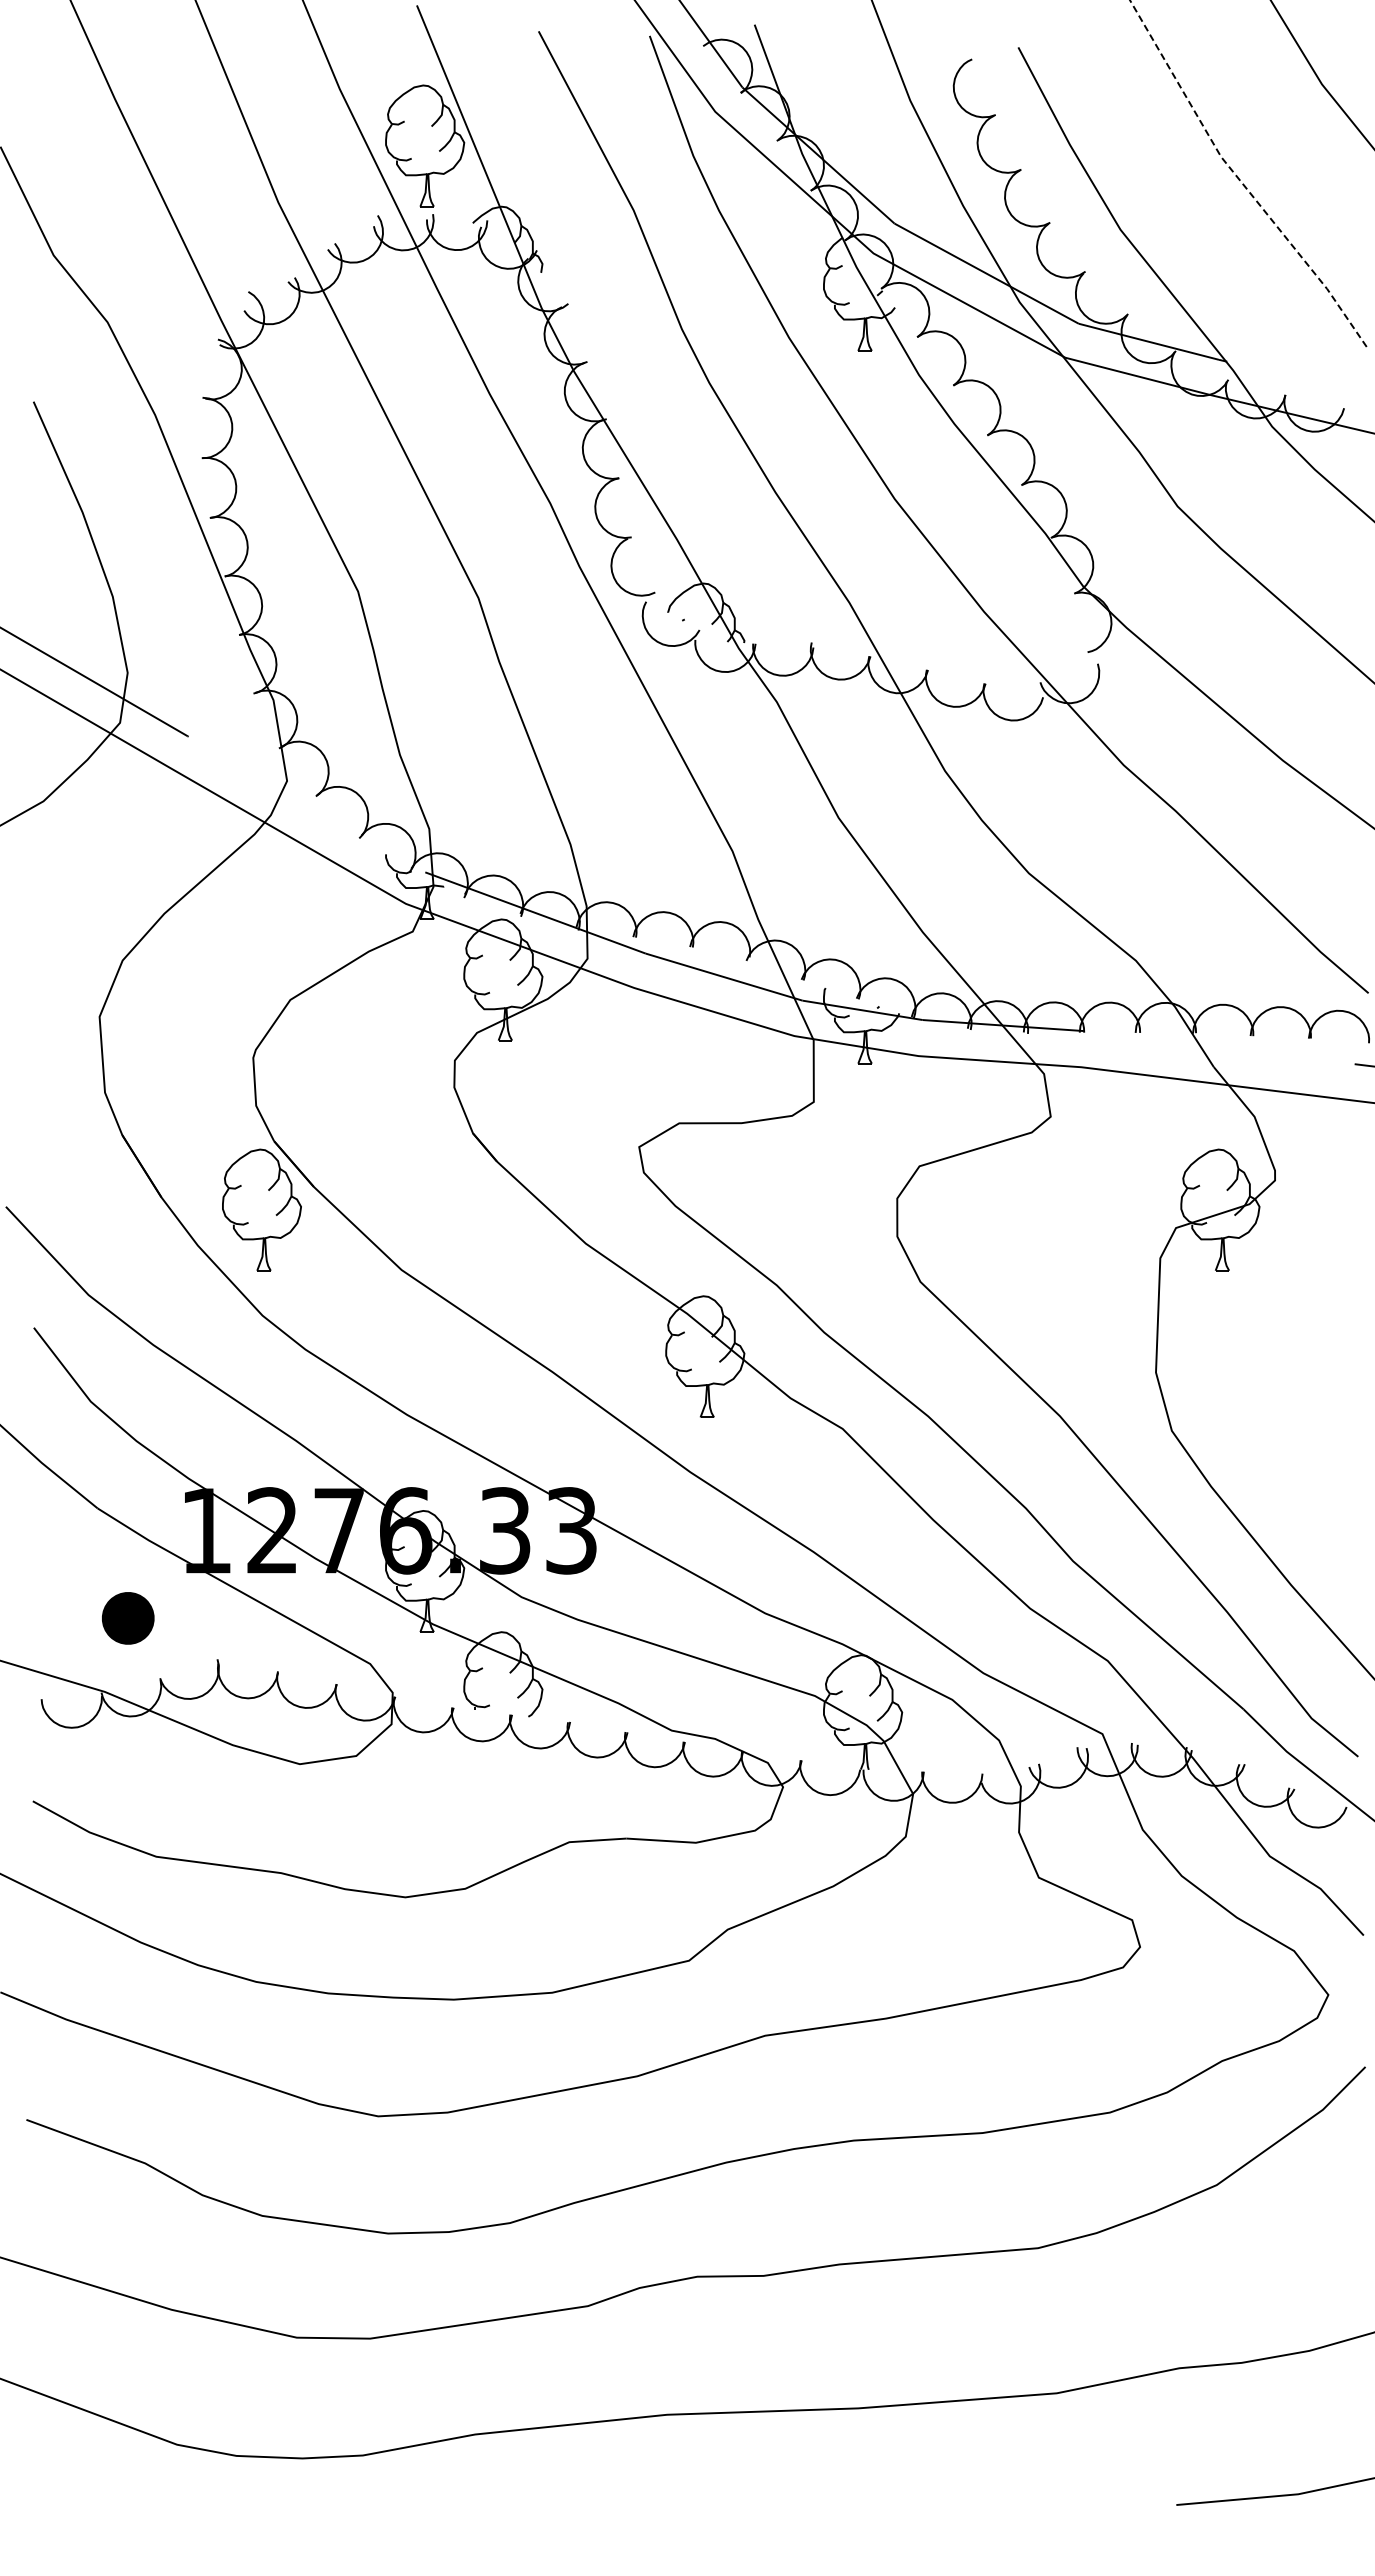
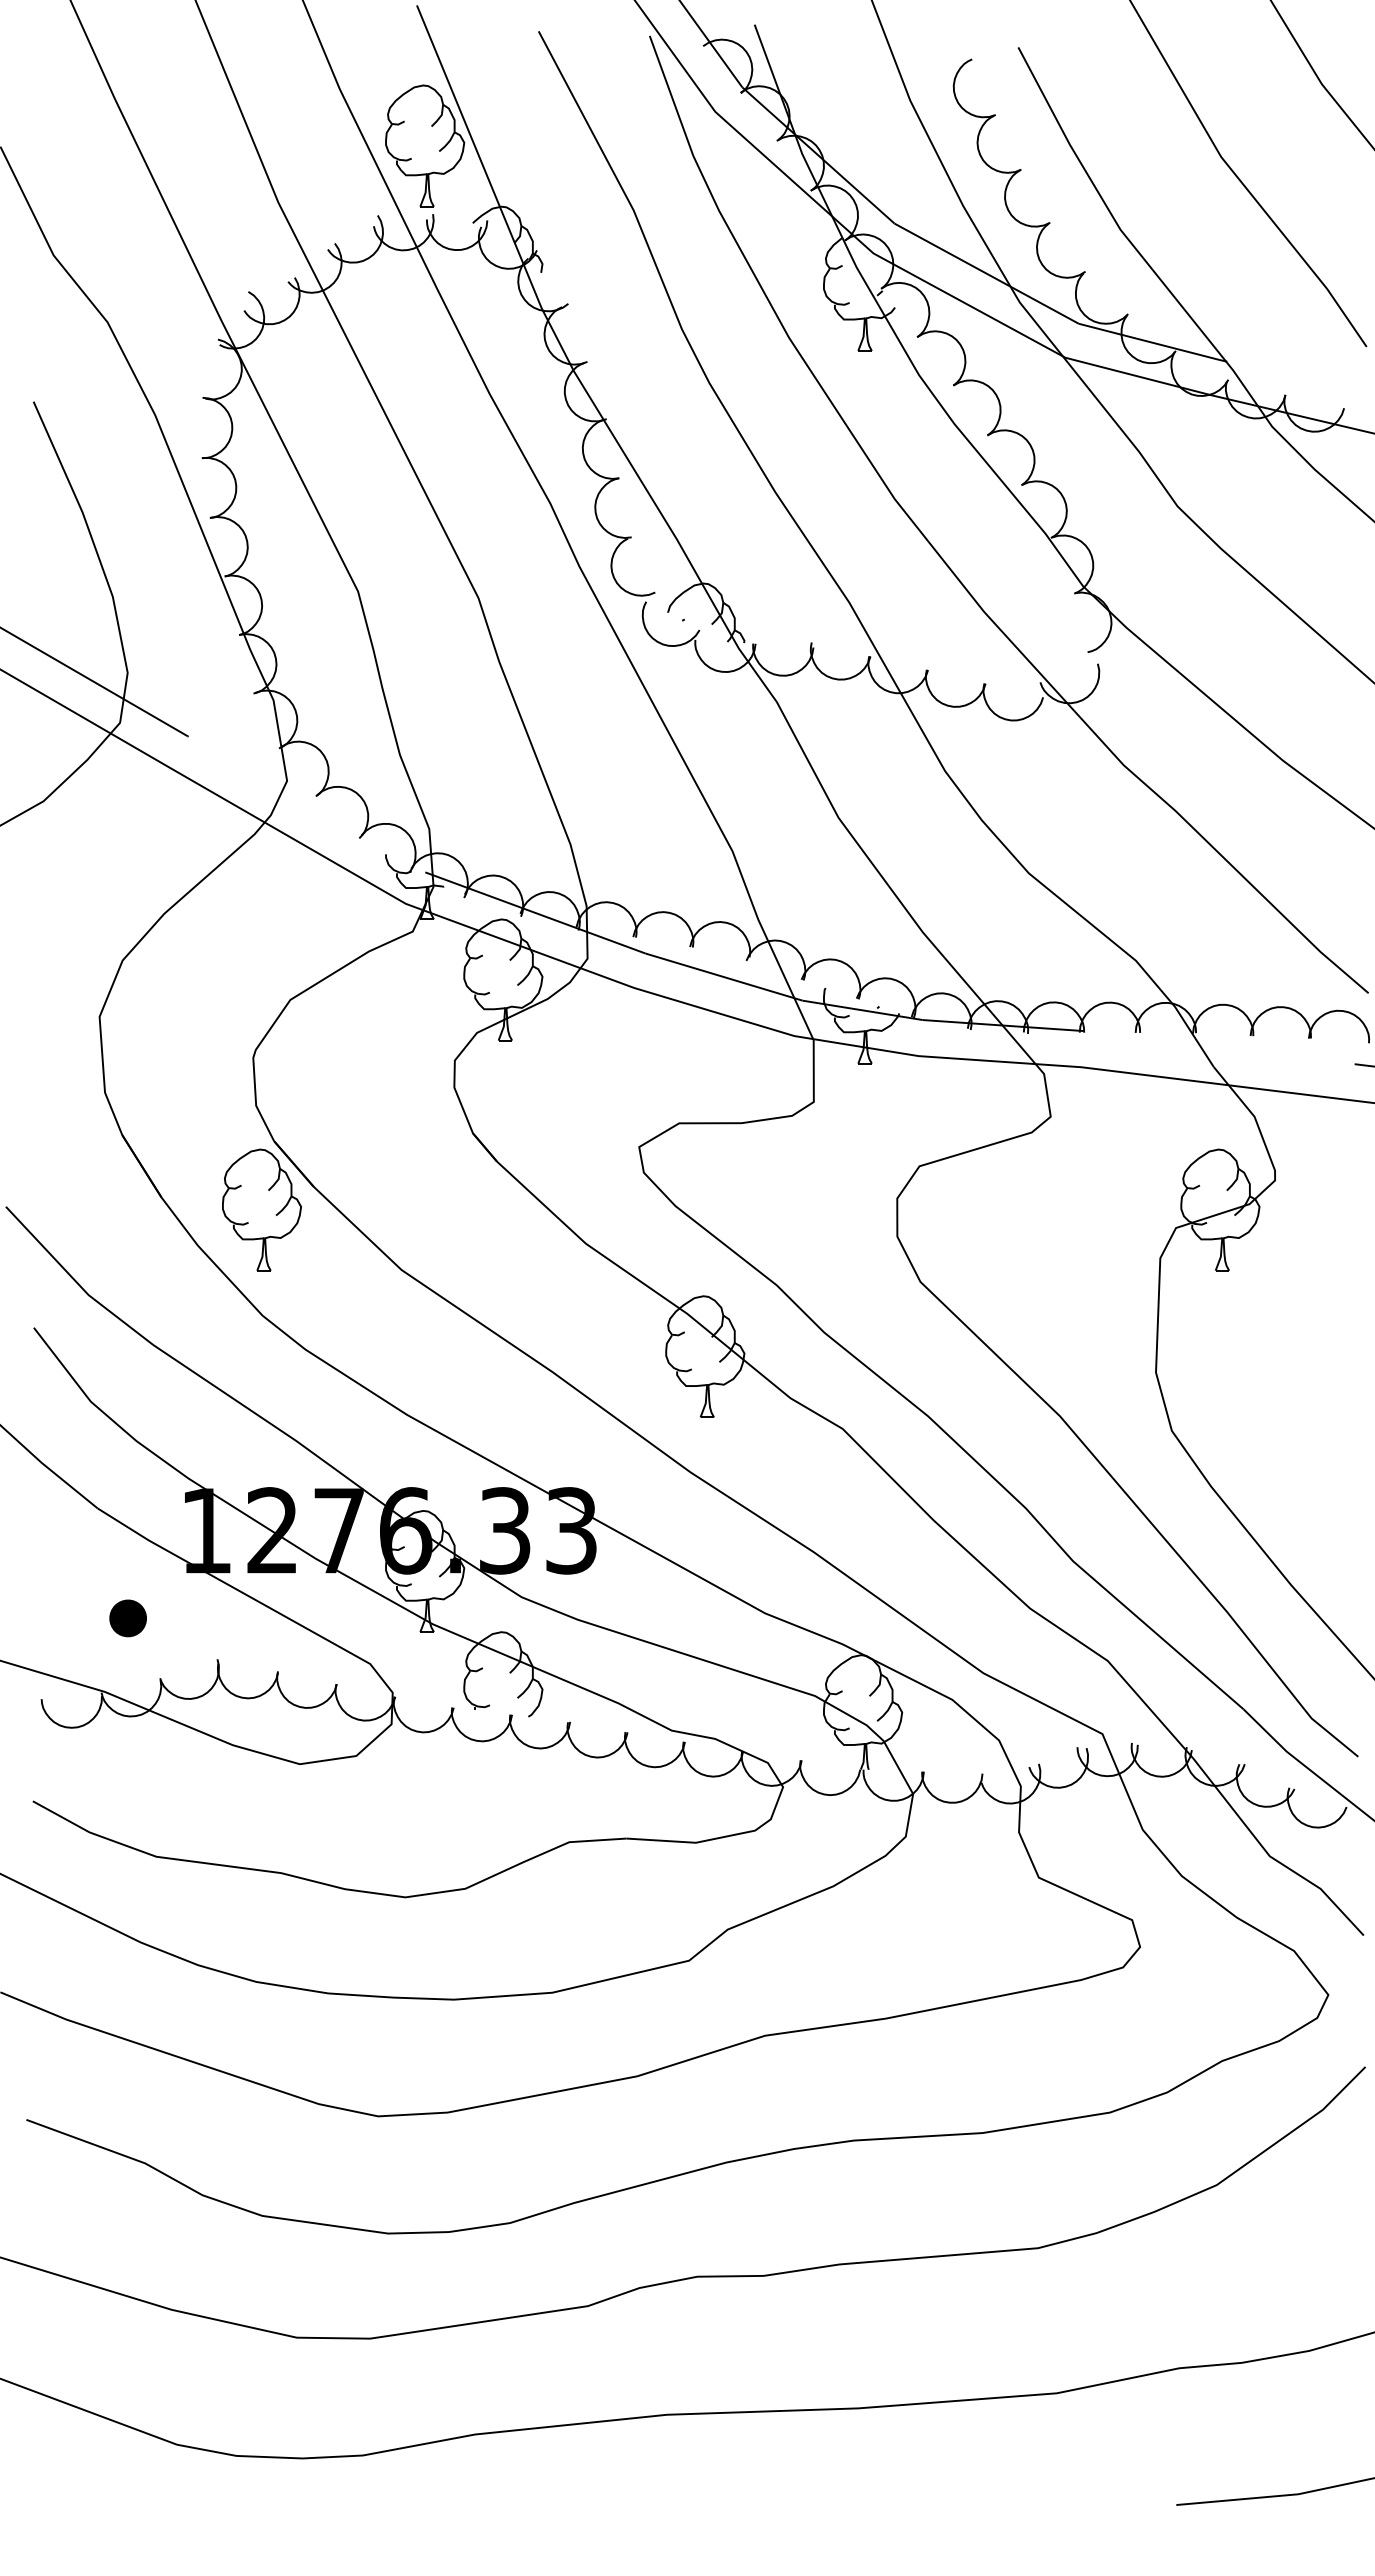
line at (1239, 179): dashed -> solid
part at (128, 1618) size: 53x53 px -> 38x39 px
